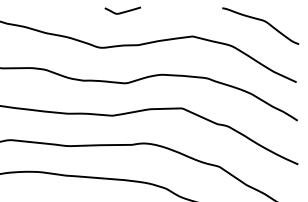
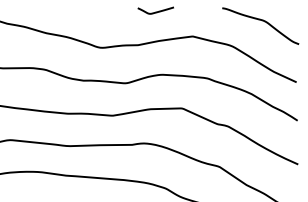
curve at (122, 11) position: (122, 11) -> (155, 11)
